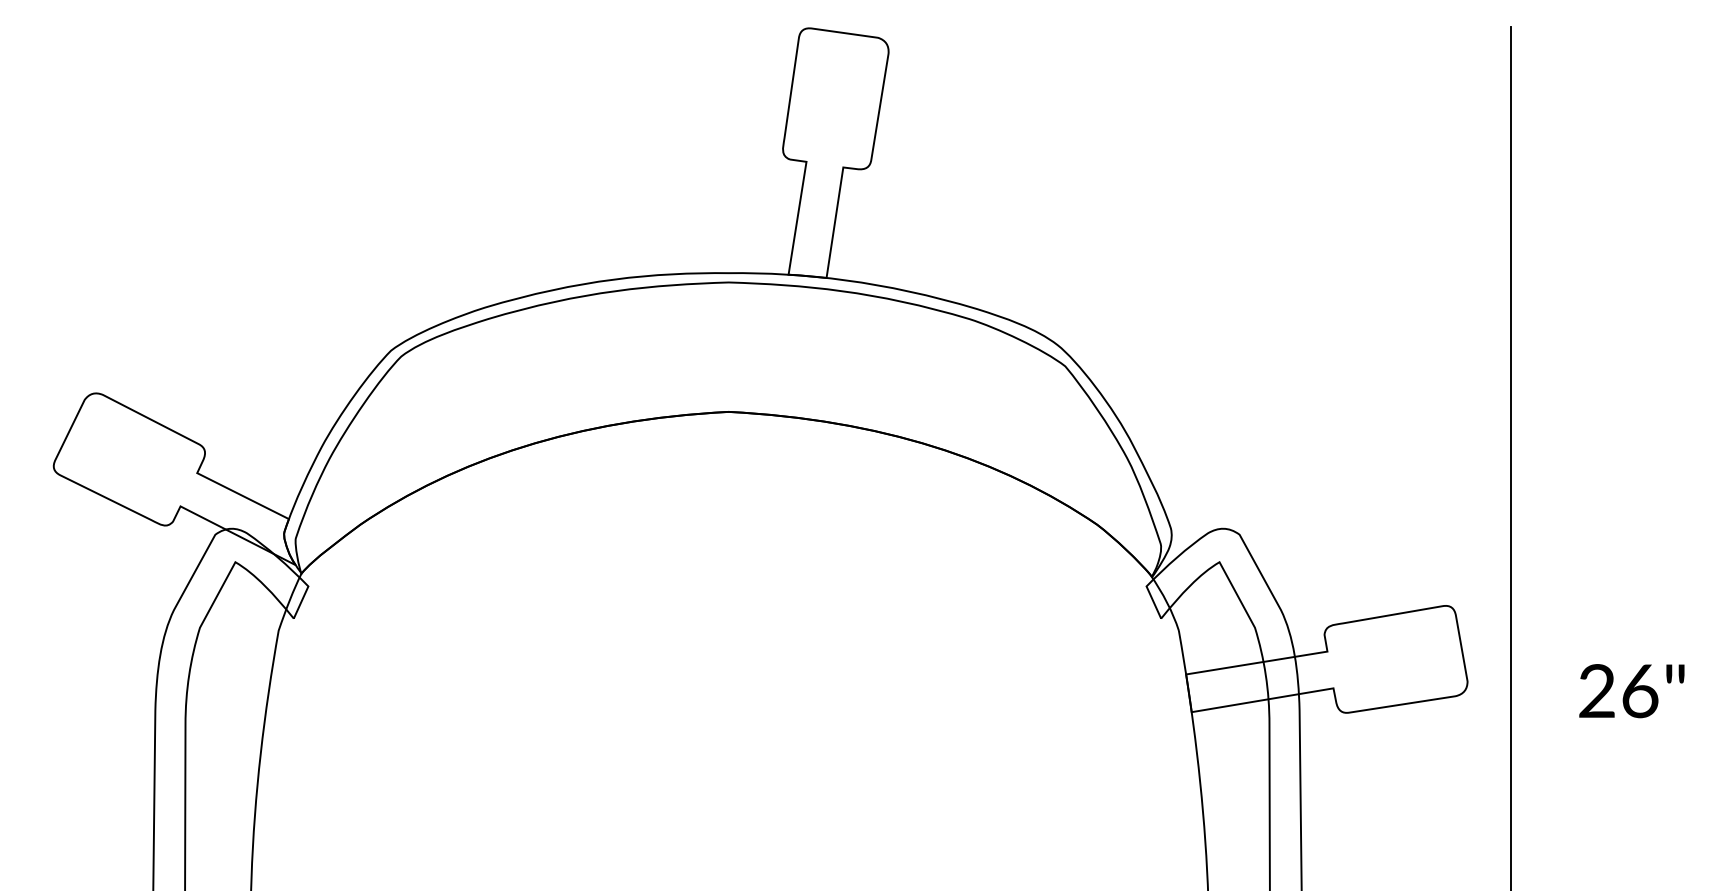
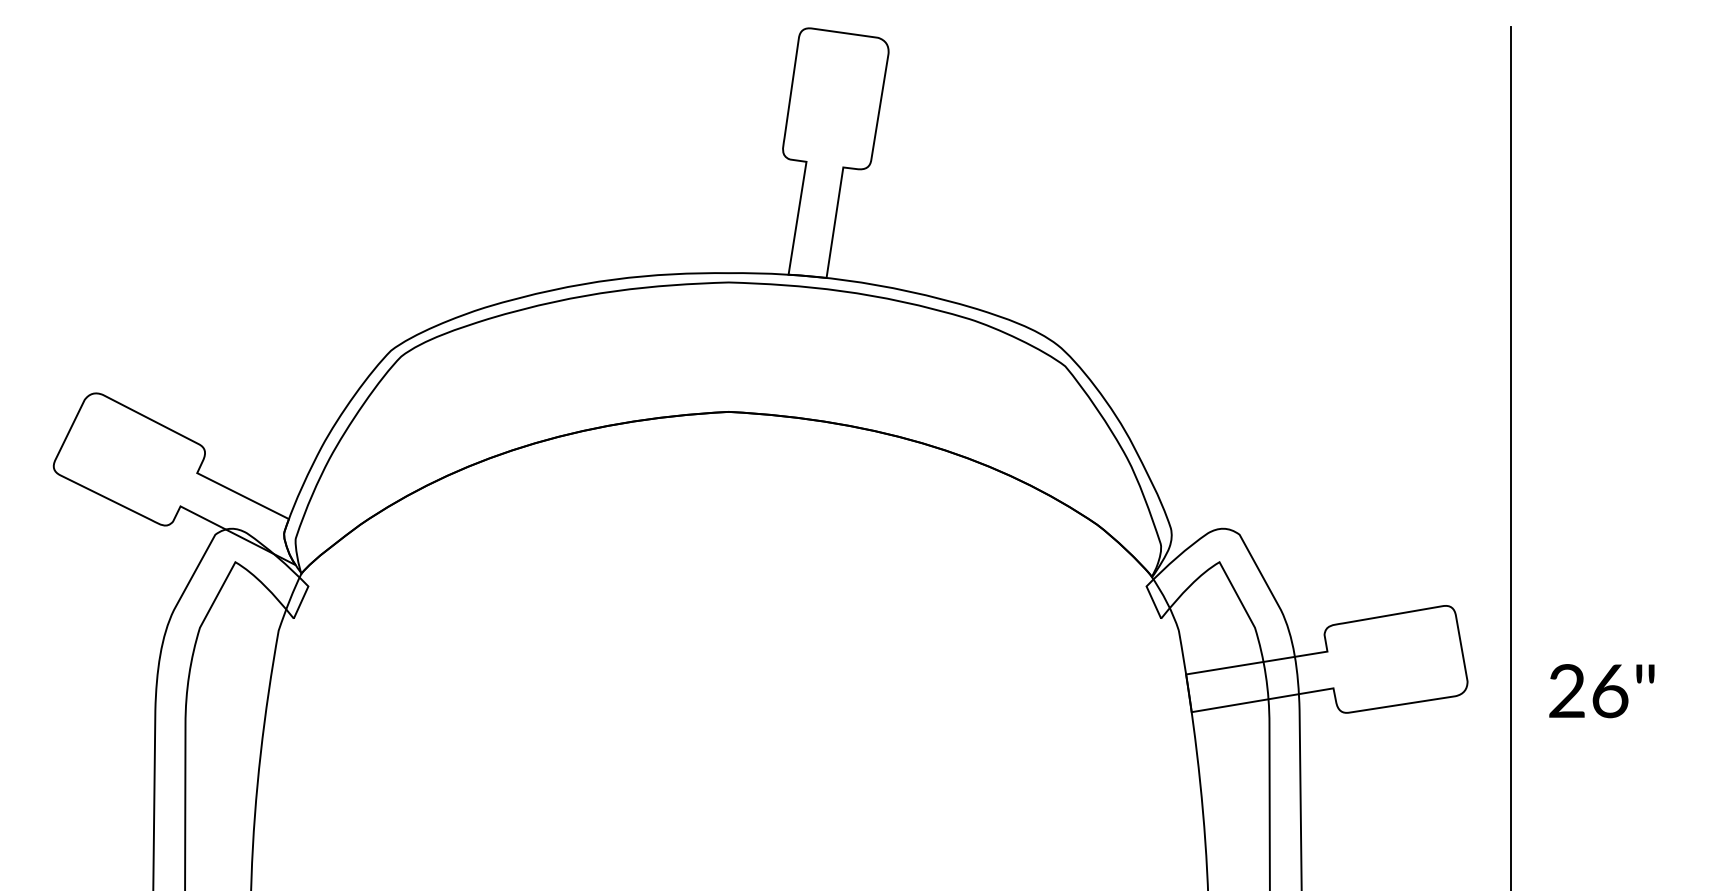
text at (1631, 691) position: (1631, 691) -> (1601, 691)
